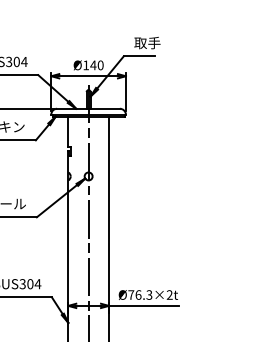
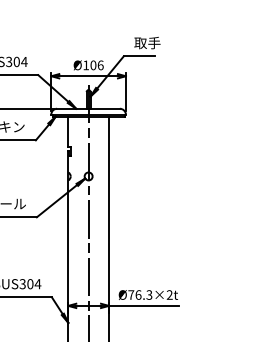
text at (96, 65): Ø140 -> Ø106
